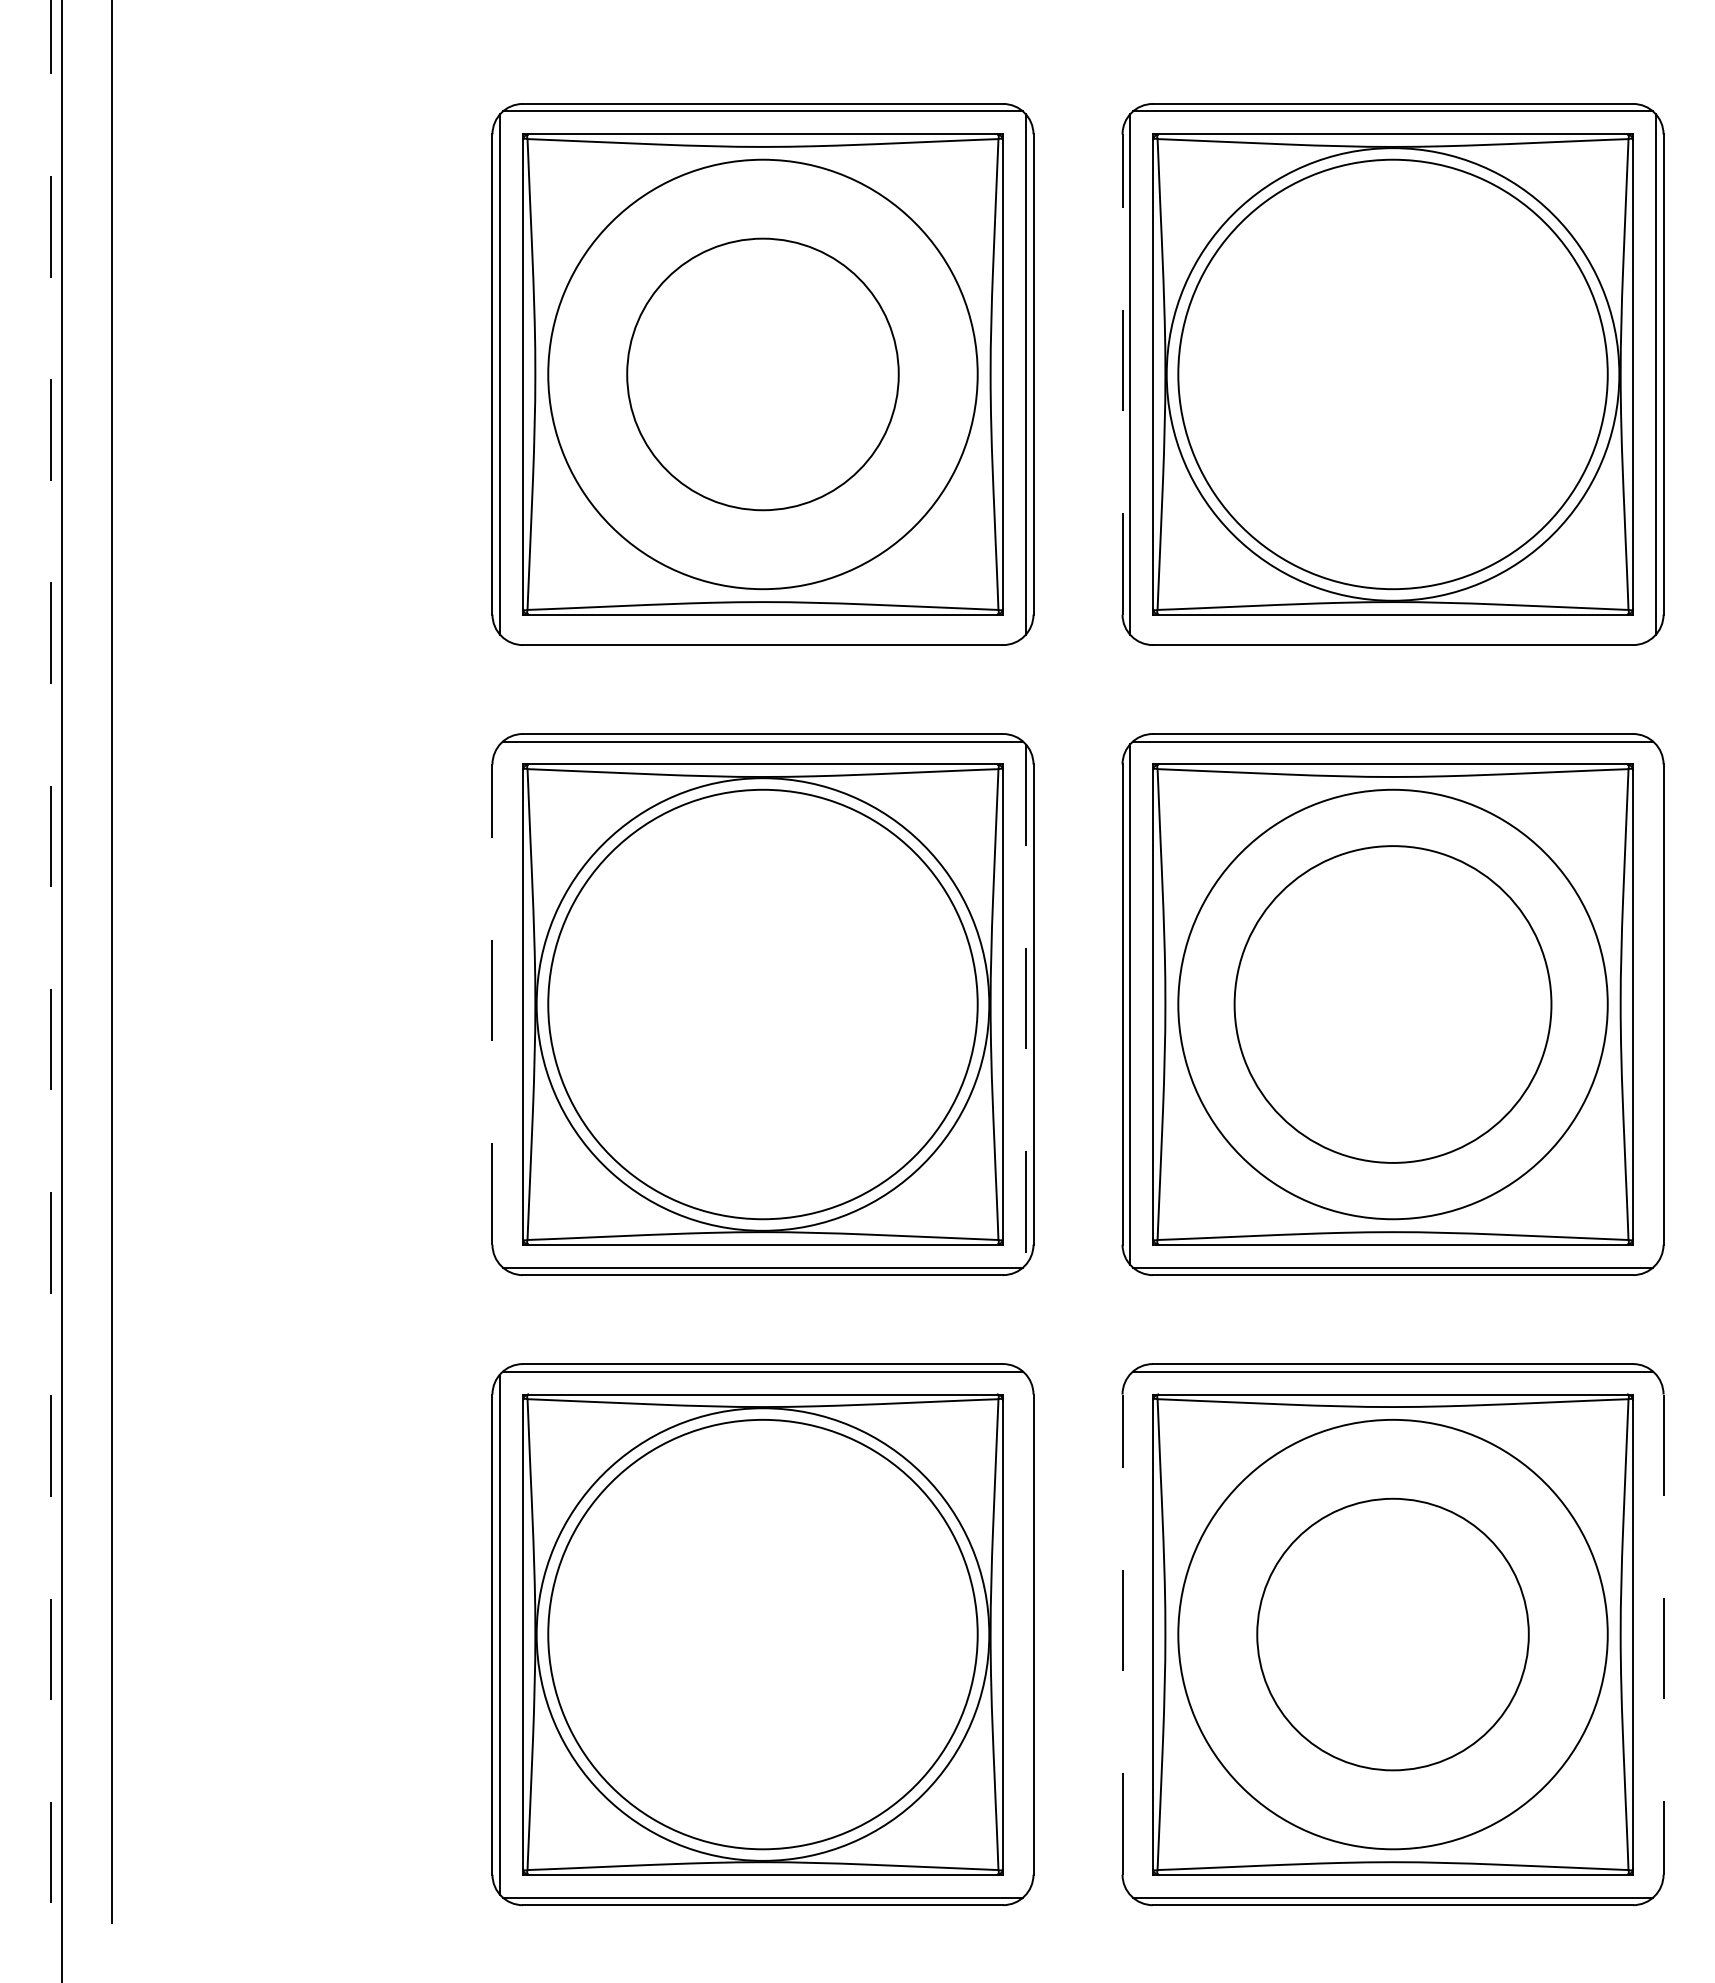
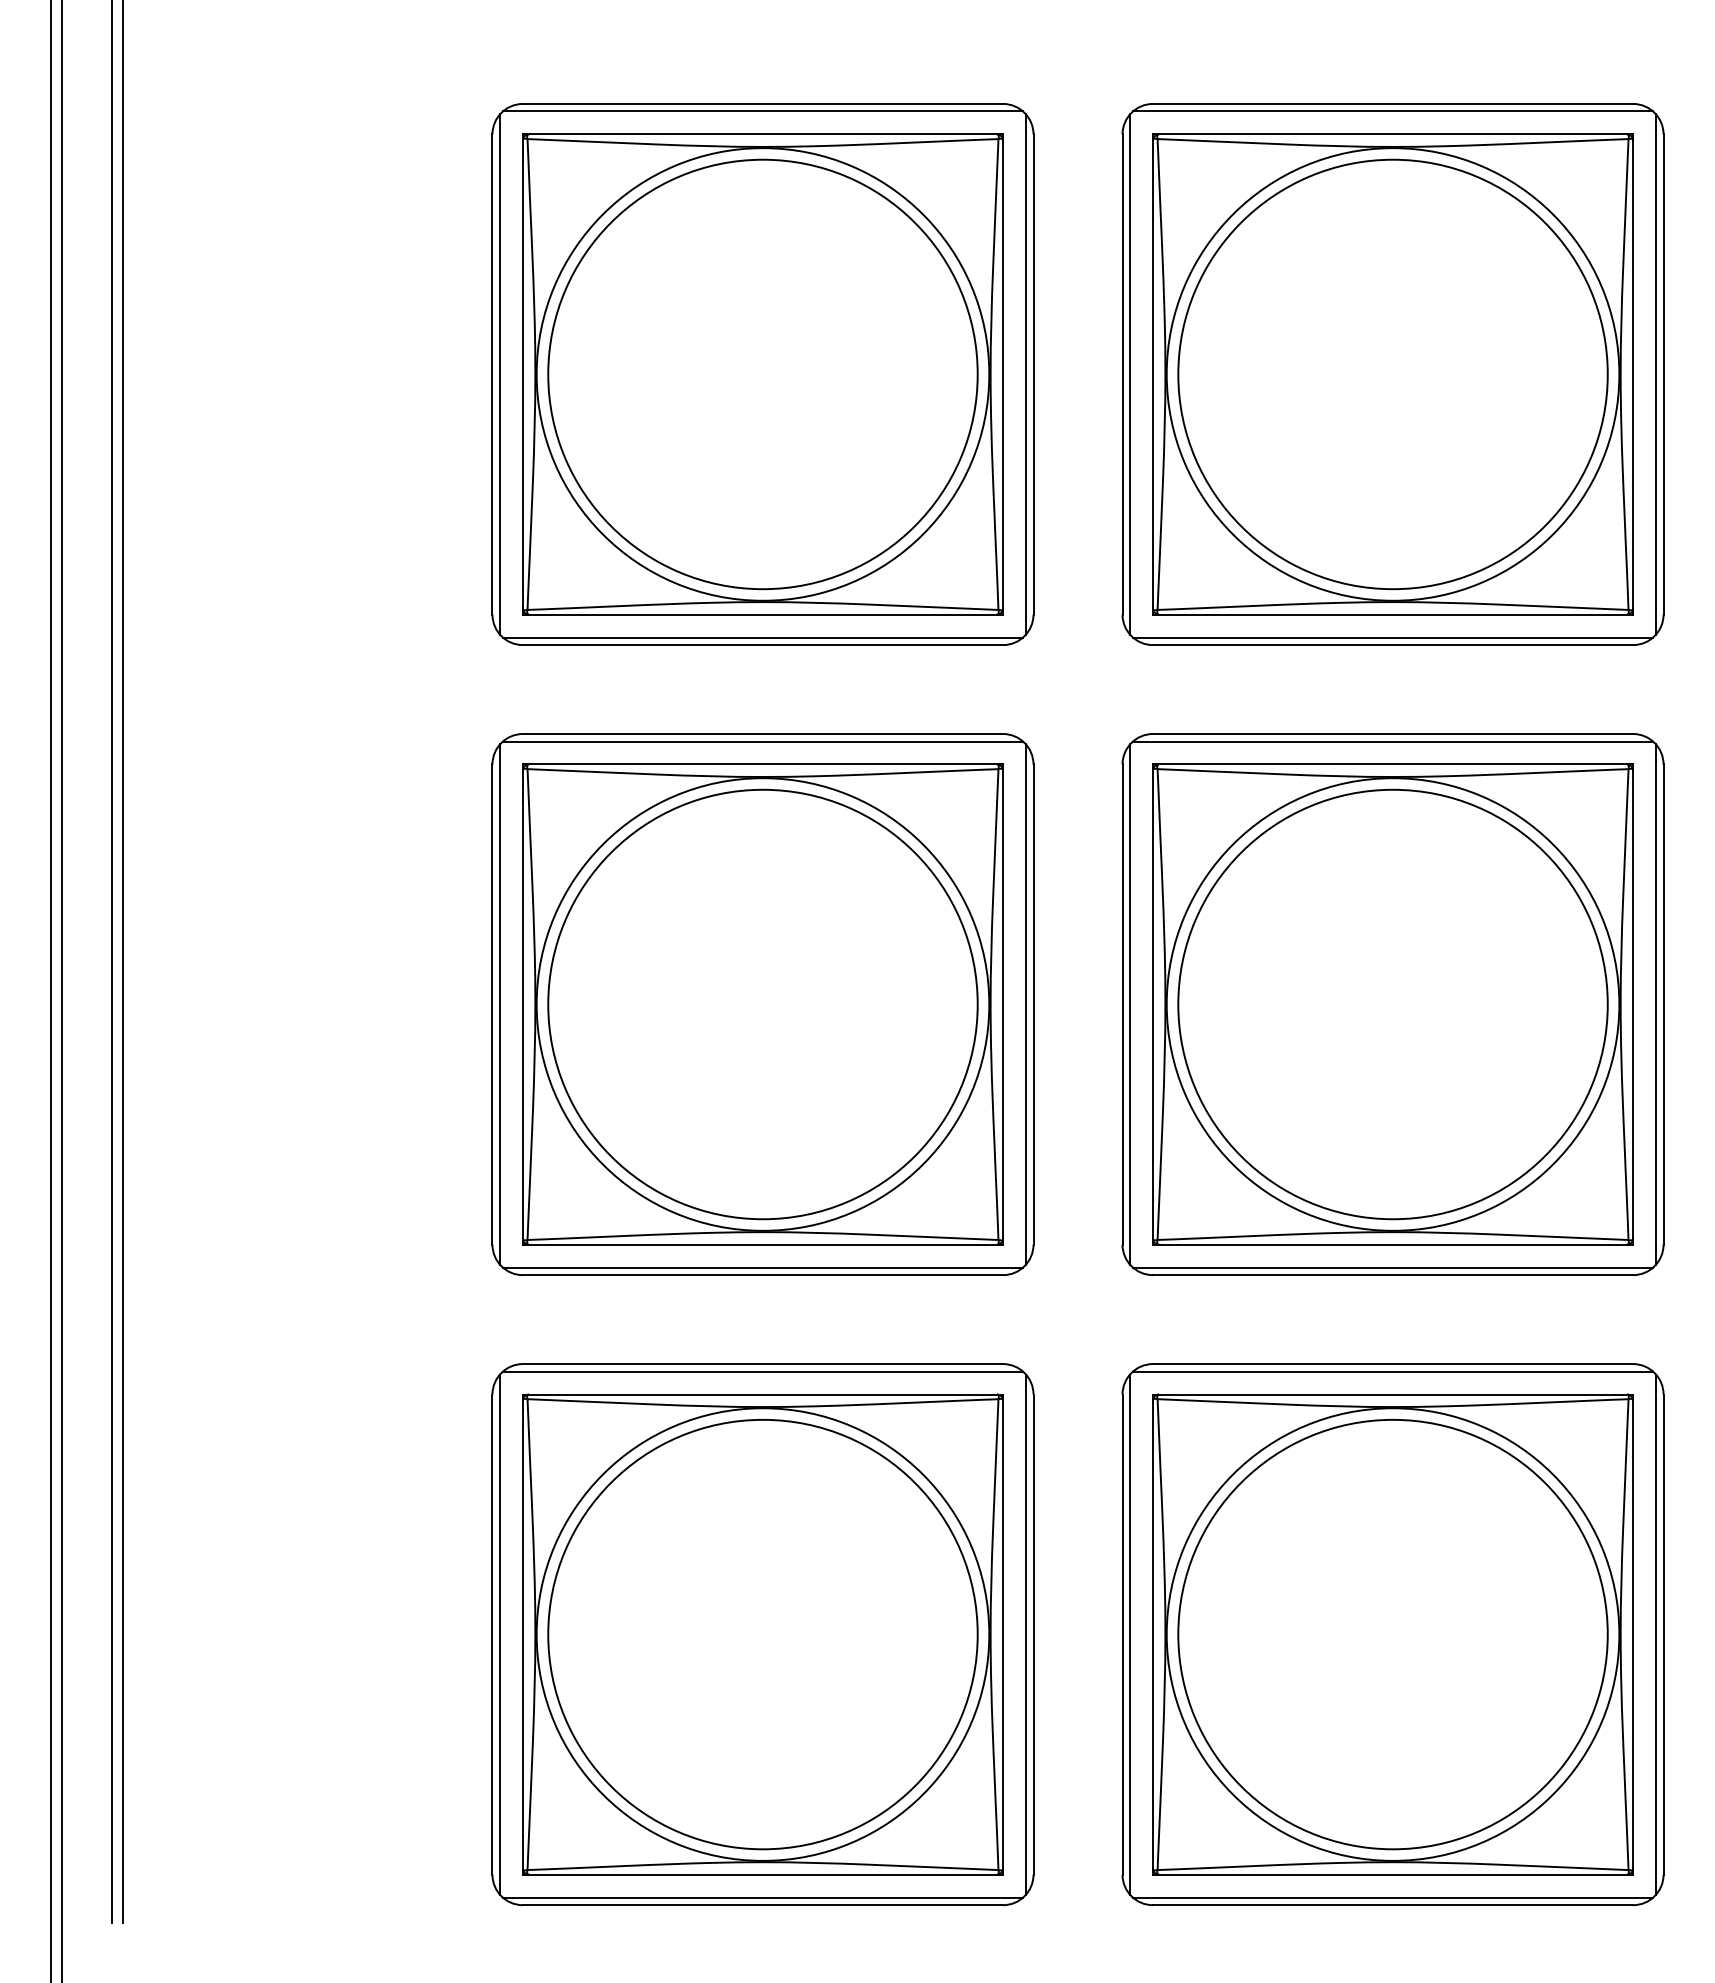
circle at (762, 374) diameter: 272 px -> 453 px
line at (1122, 374): dashed -> solid
line at (762, 637): none -> present
line at (1392, 637): none -> present
line at (122, 962): none -> present
line at (51, 991): dashed -> solid
line at (492, 1004): dashed -> solid
line at (499, 1004): none -> present
circle at (1392, 1004) diameter: 317 px -> 453 px
line at (1656, 1004): none -> present
line at (1026, 1005): dashed -> solid
line at (1026, 1634): none -> present
line at (1122, 1634): dashed -> solid
line at (1130, 1634): none -> present
circle at (1392, 1634) diameter: 272 px -> 453 px
line at (1656, 1634): none -> present
line at (1663, 1635): dashed -> solid
